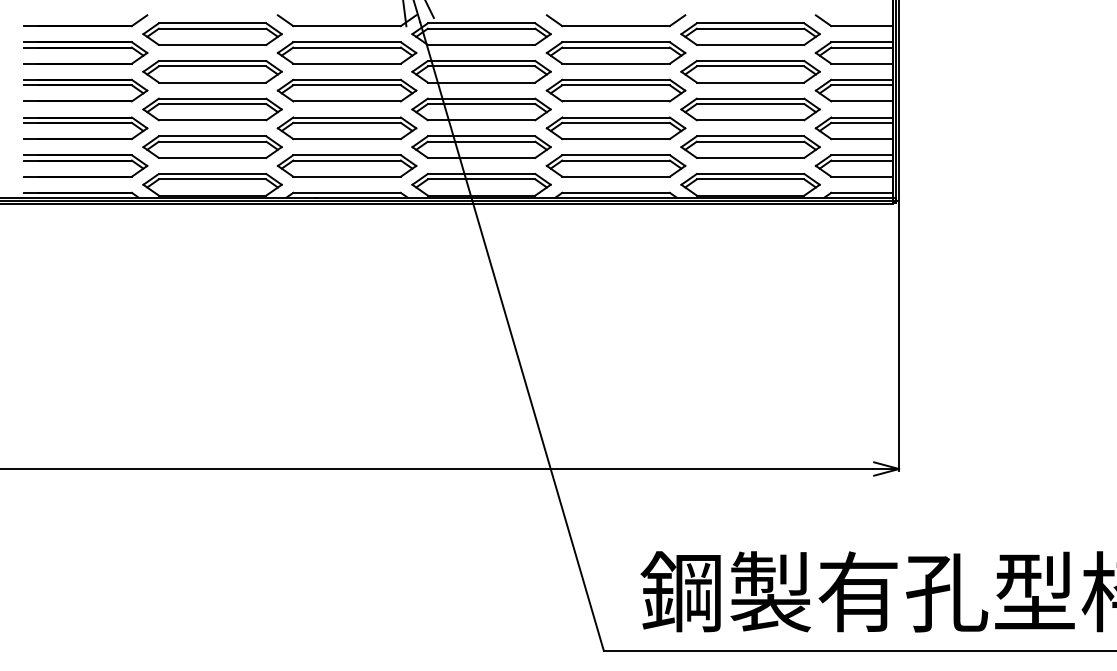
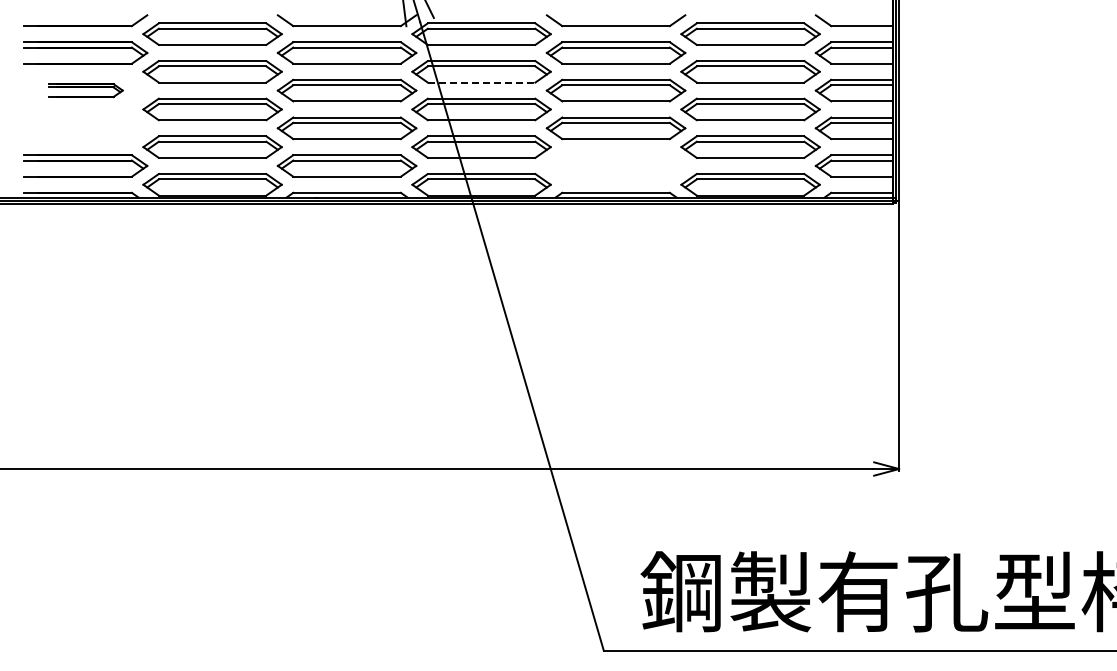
line at (481, 82): solid -> dashed
part at (85, 90) size: 126x25 px -> 76x16 px
part at (85, 128): present -> none
part at (615, 165): present -> none
